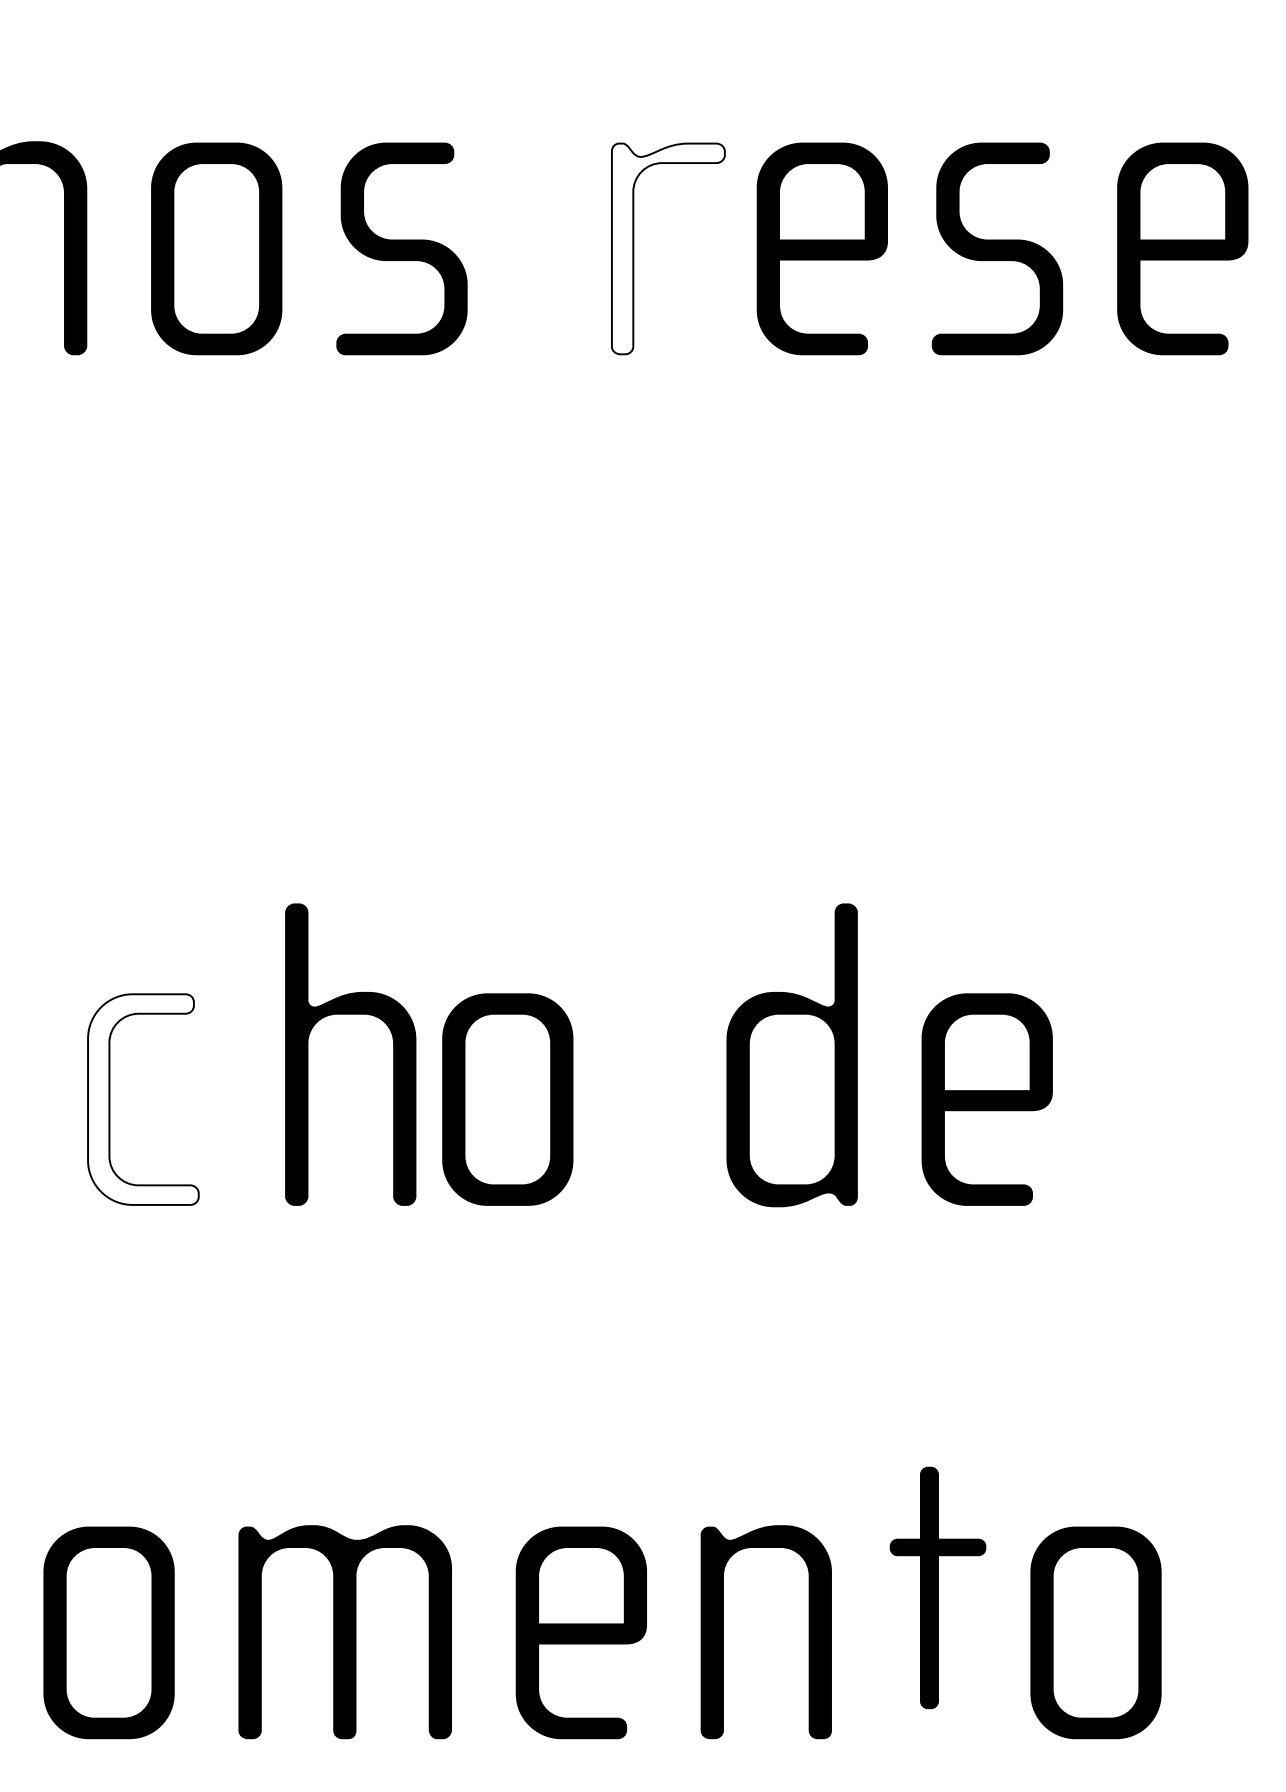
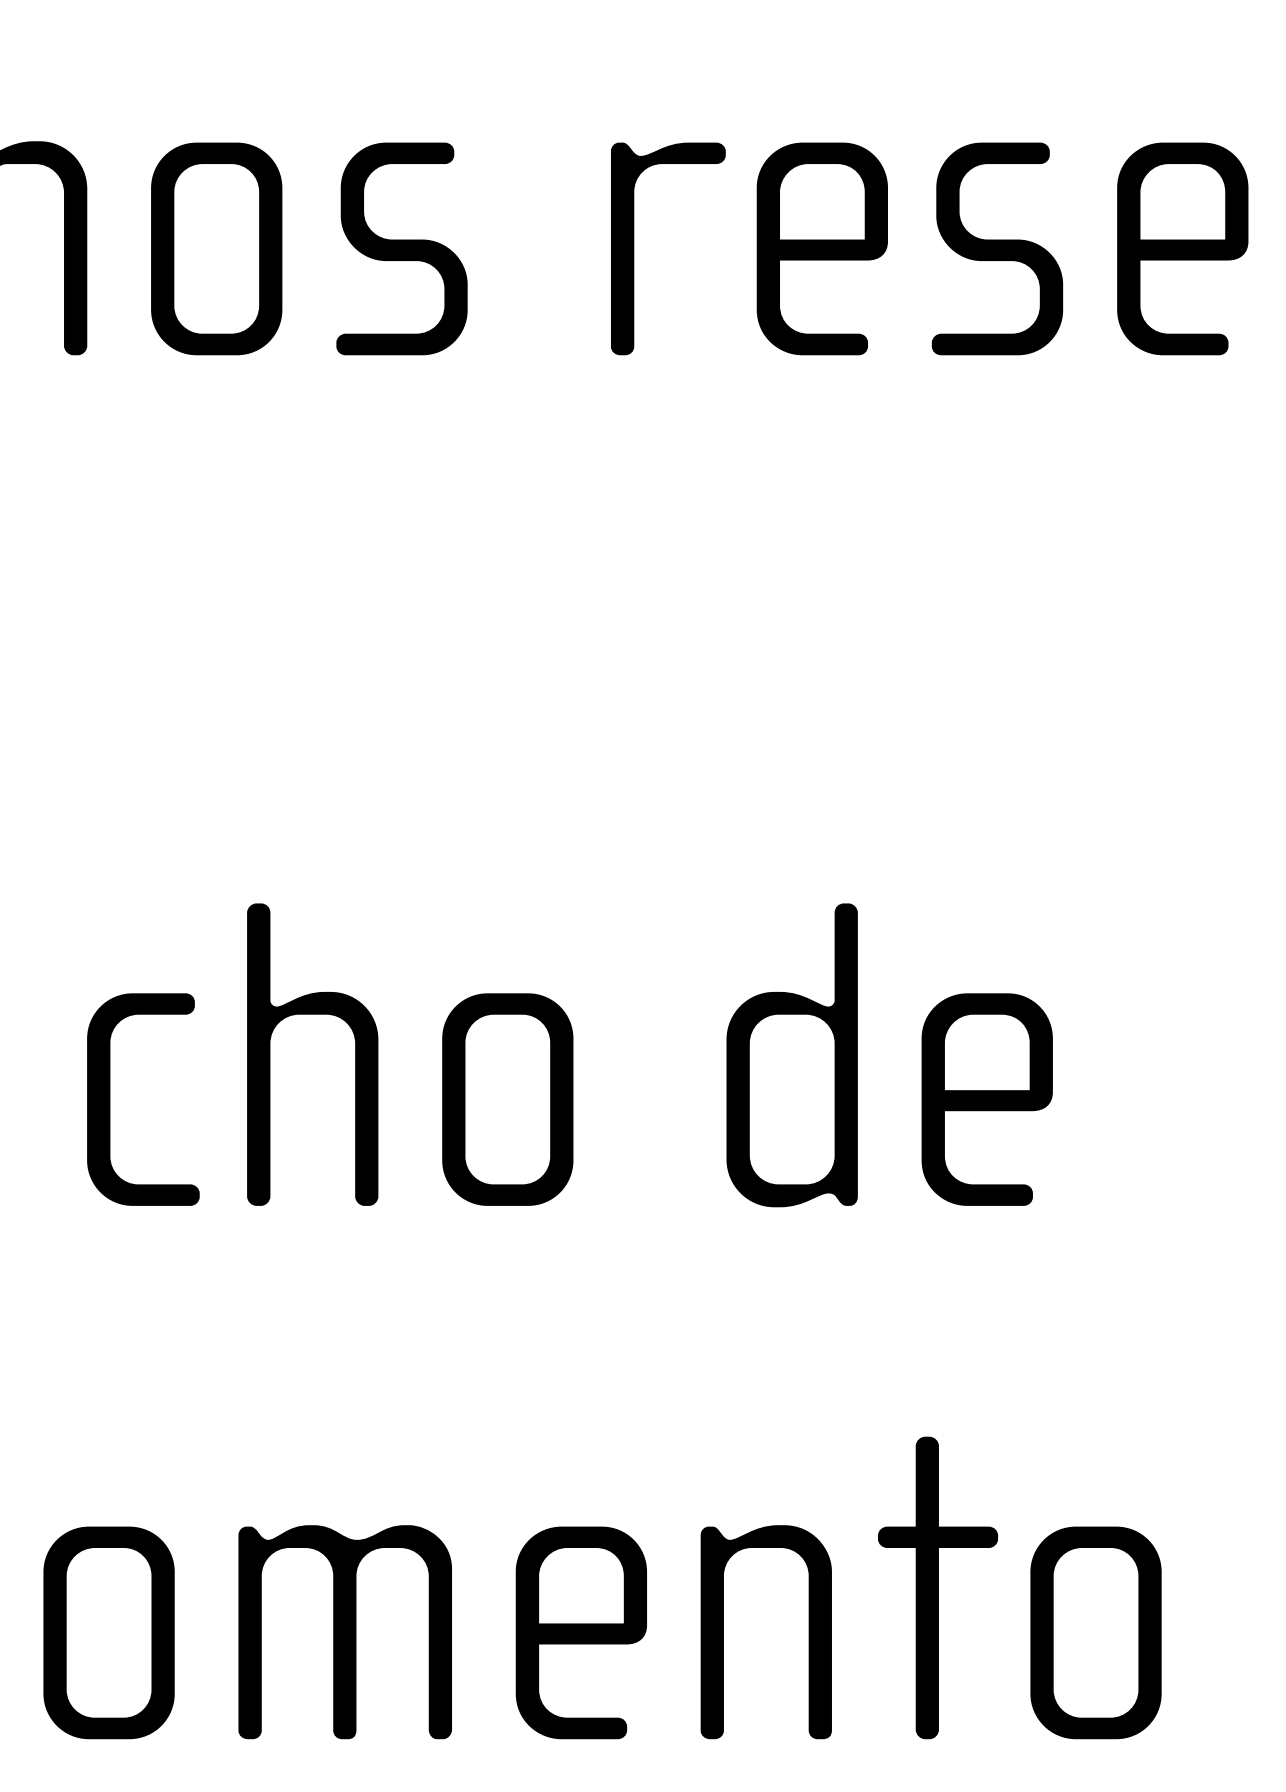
fill at (667, 248): none -> present
part at (350, 1014) position: (350, 1014) -> (312, 1014)
fill at (143, 1099): none -> present
part at (937, 1587) size: 98x244 px -> 120x304 px
